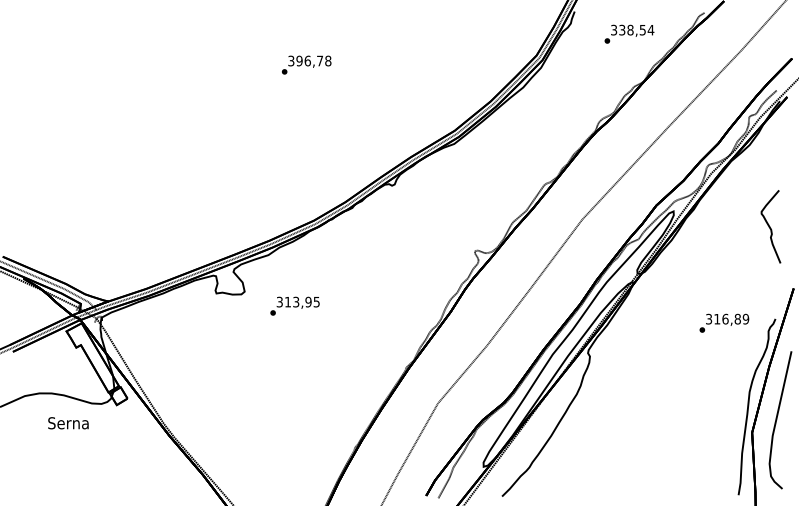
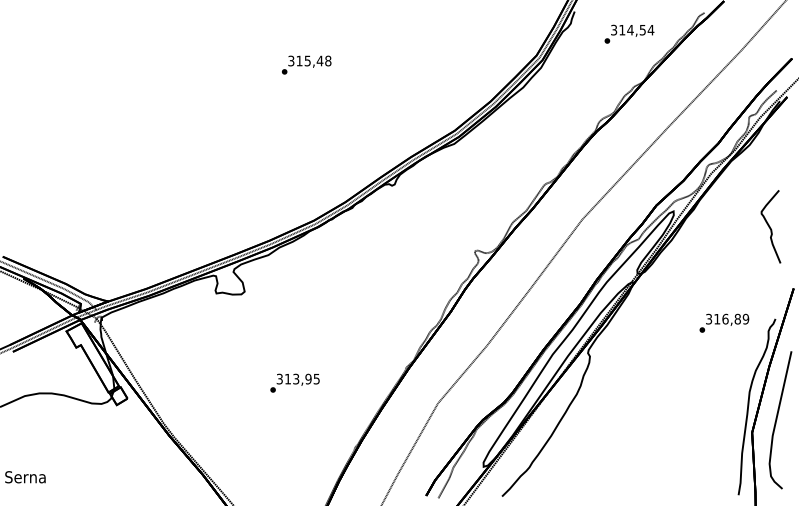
text at (626, 29): 338,54 -> 314,54
text at (309, 60): 396,78 -> 315,48
text at (294, 305) position: (294, 305) -> (294, 382)
text at (68, 423) position: (68, 423) -> (25, 477)
